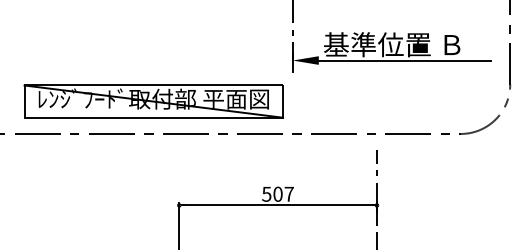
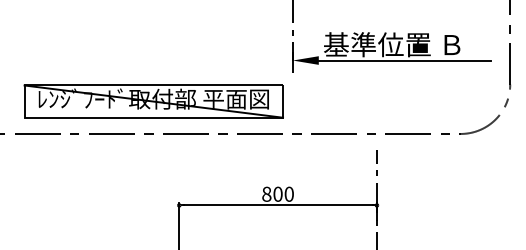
text at (277, 193): 507 -> 800
